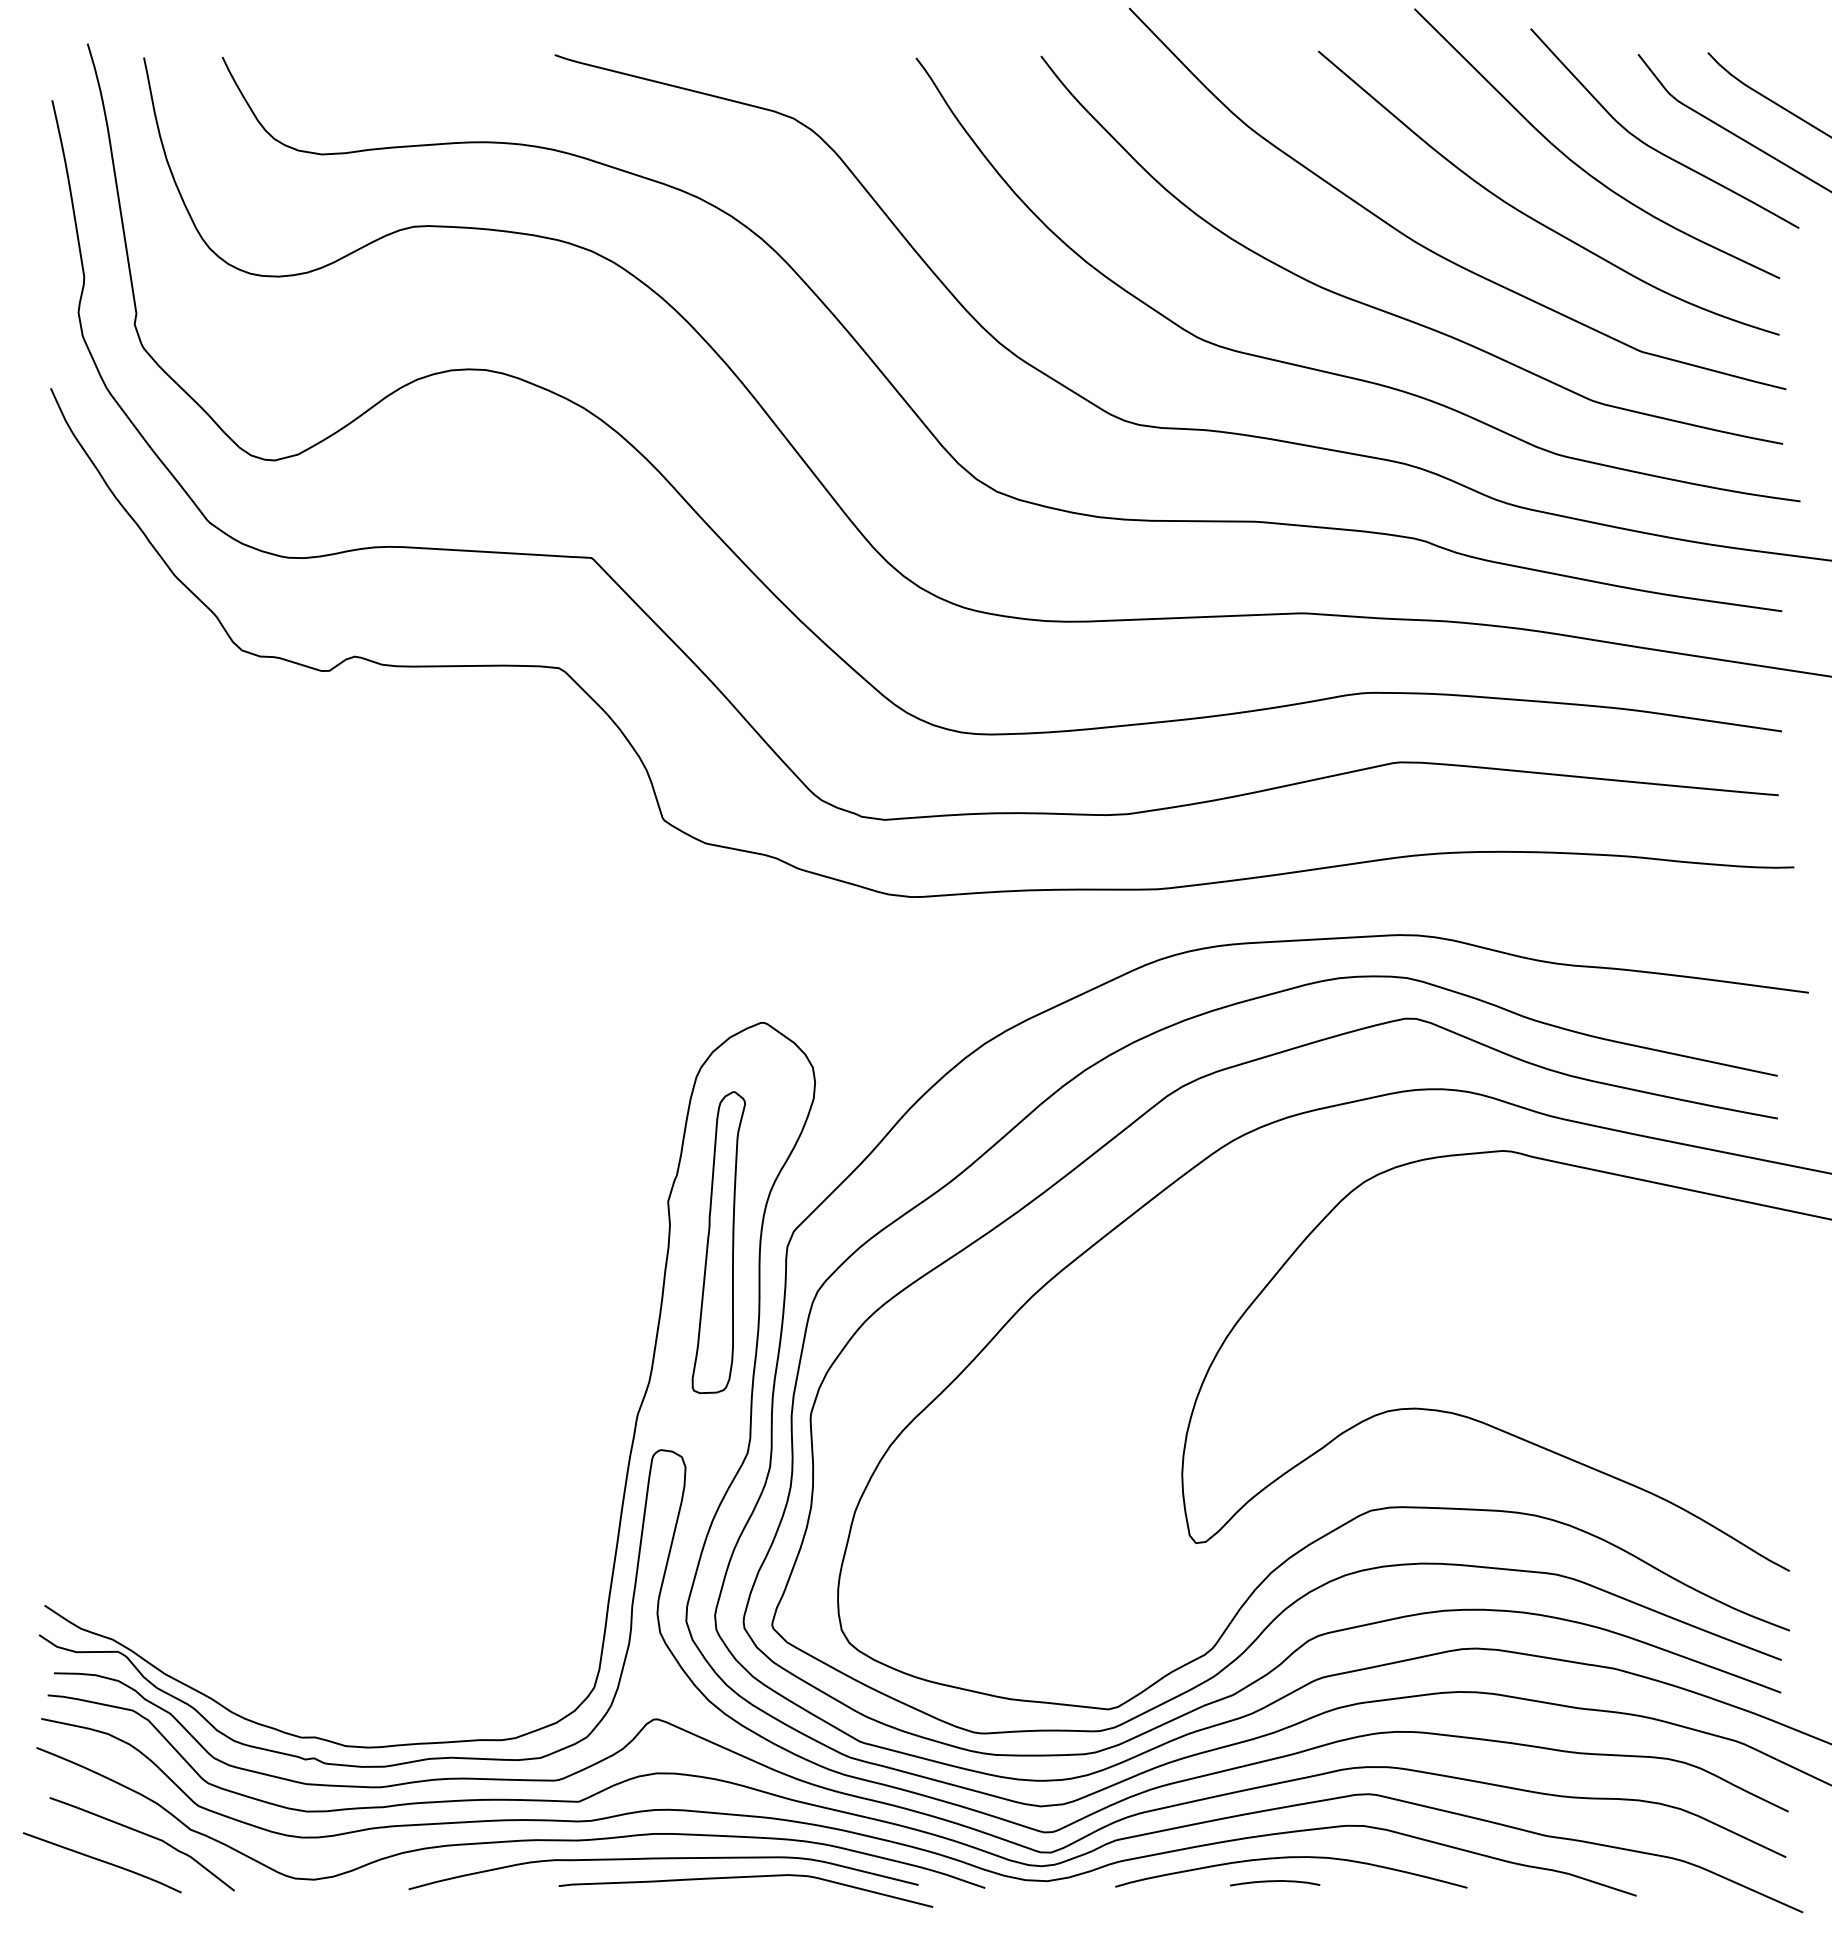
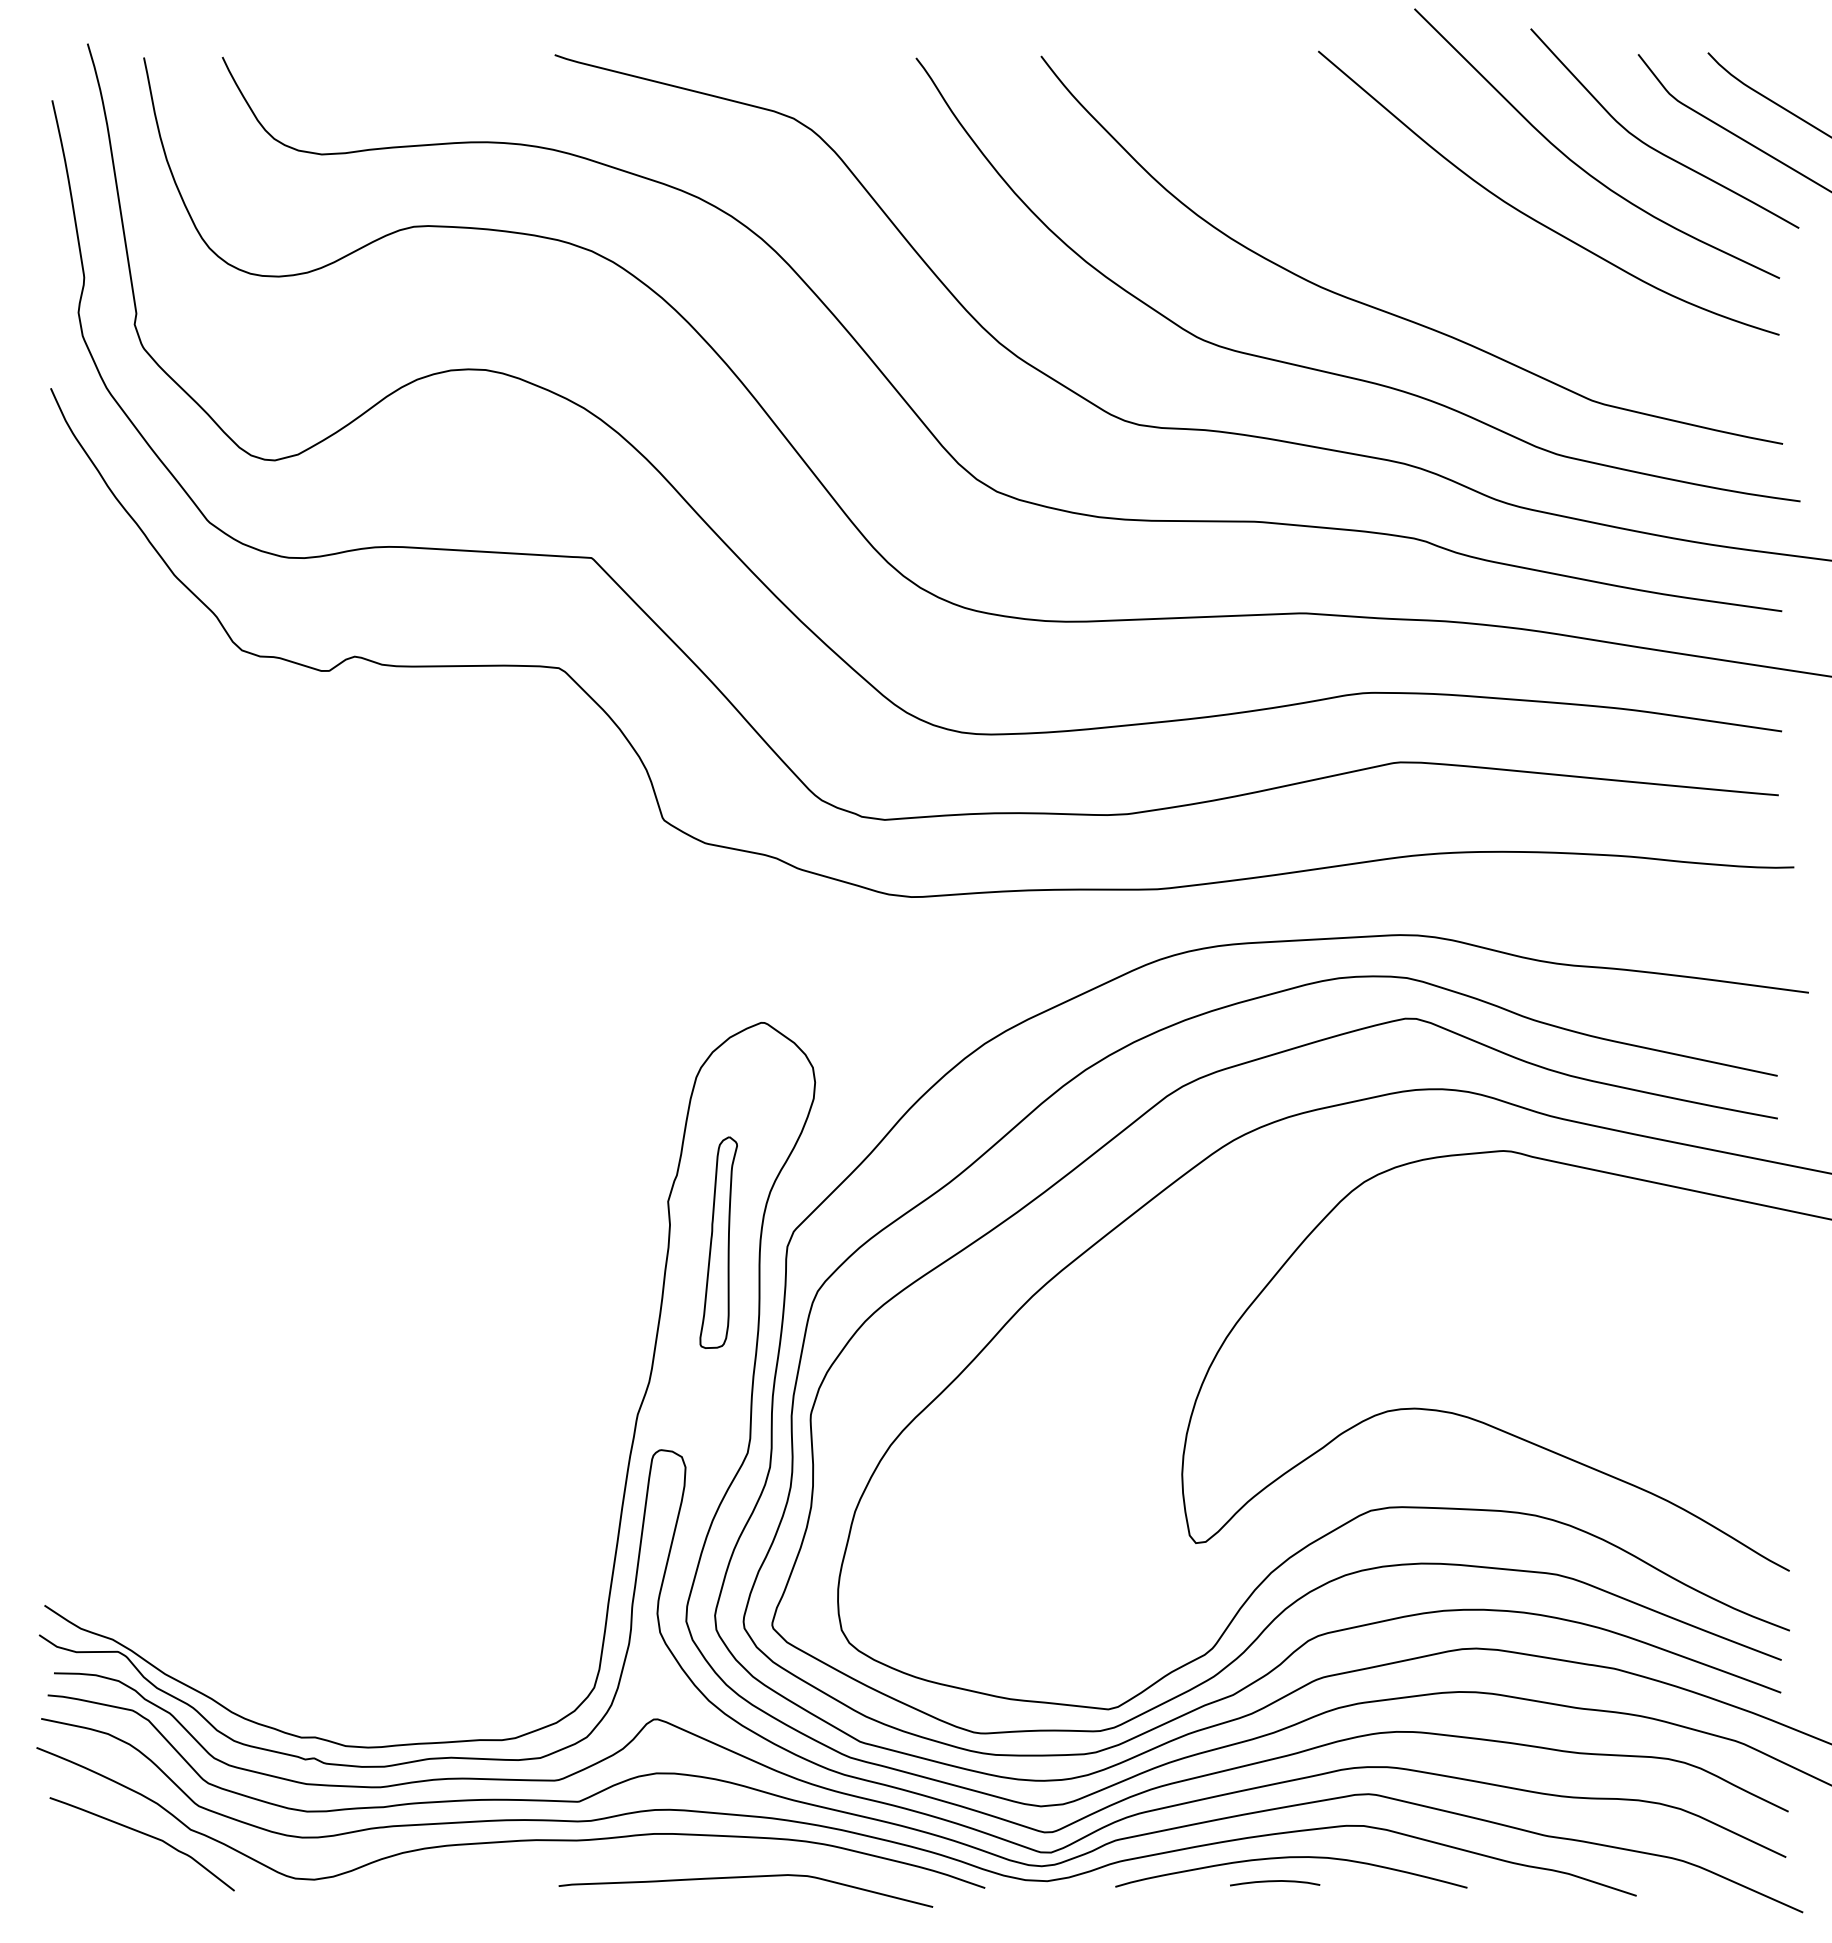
curve at (1427, 247): present -> none
part at (718, 1242) size: 55x304 px -> 39x213 px
curve at (663, 1859): present -> none
curve at (102, 1862): present -> none
